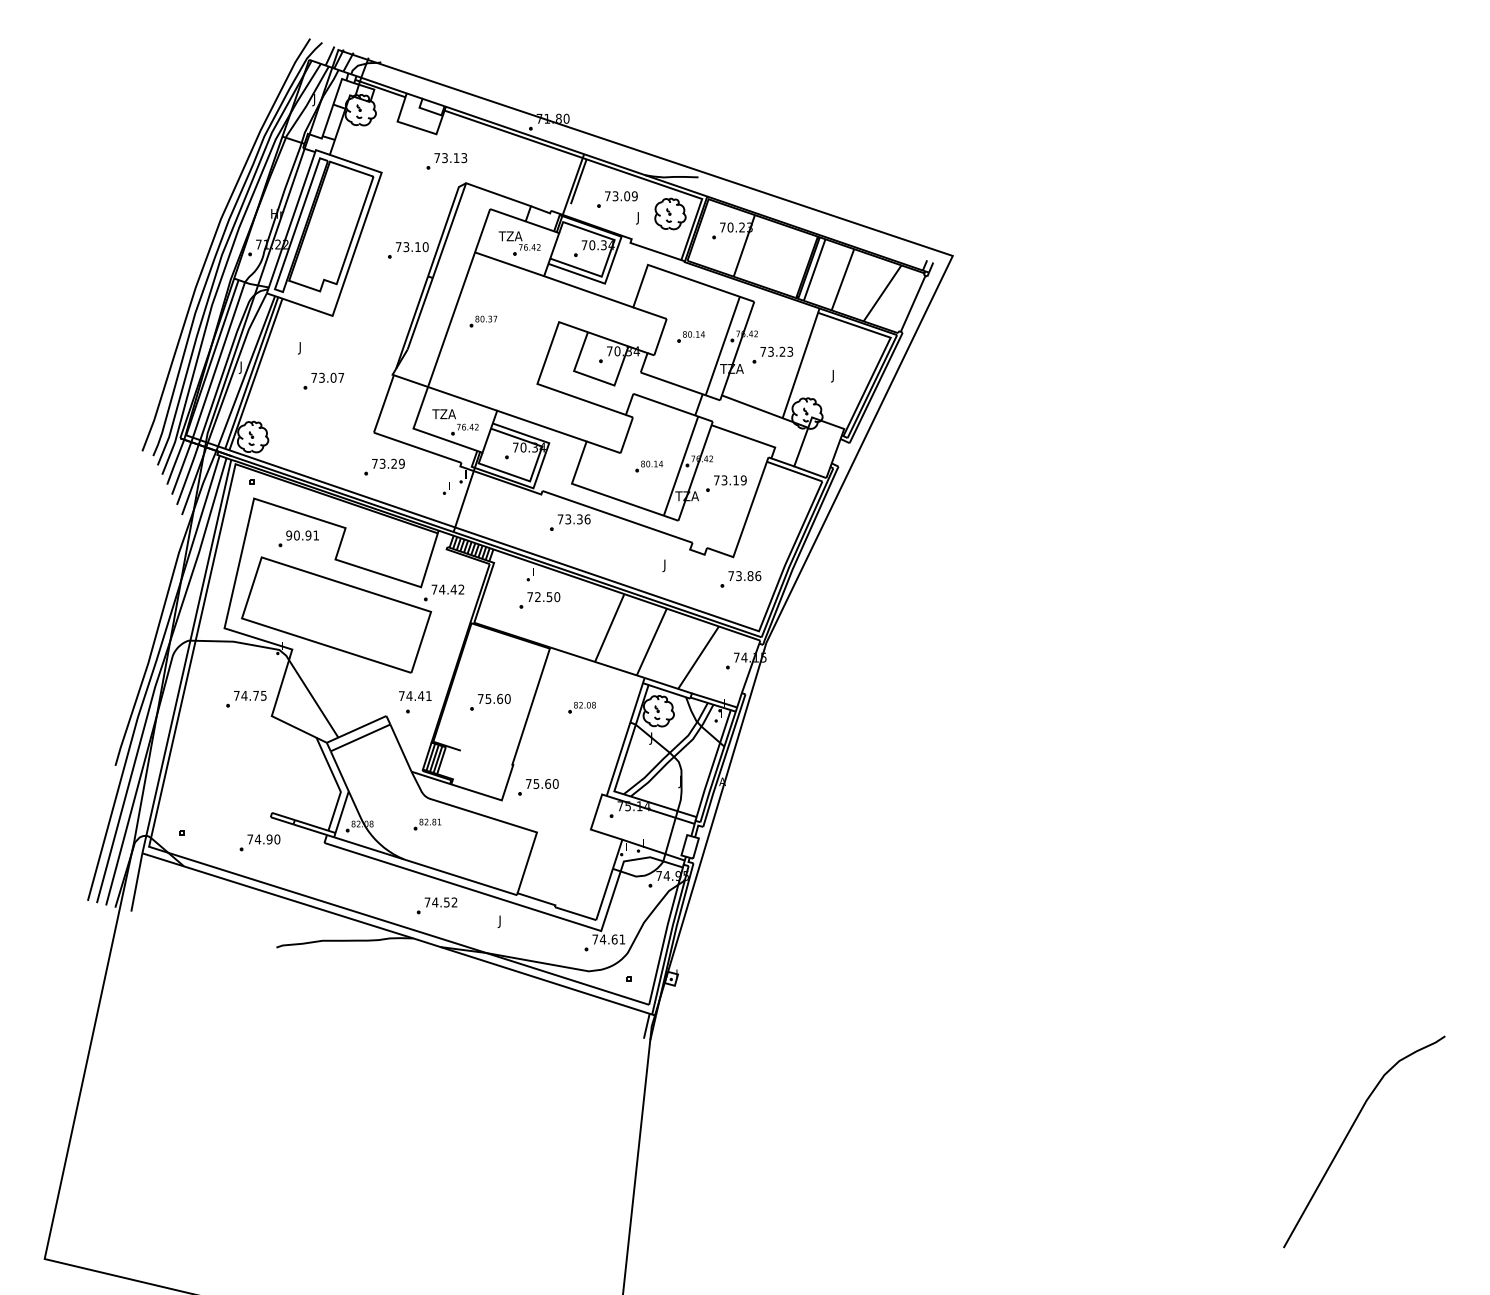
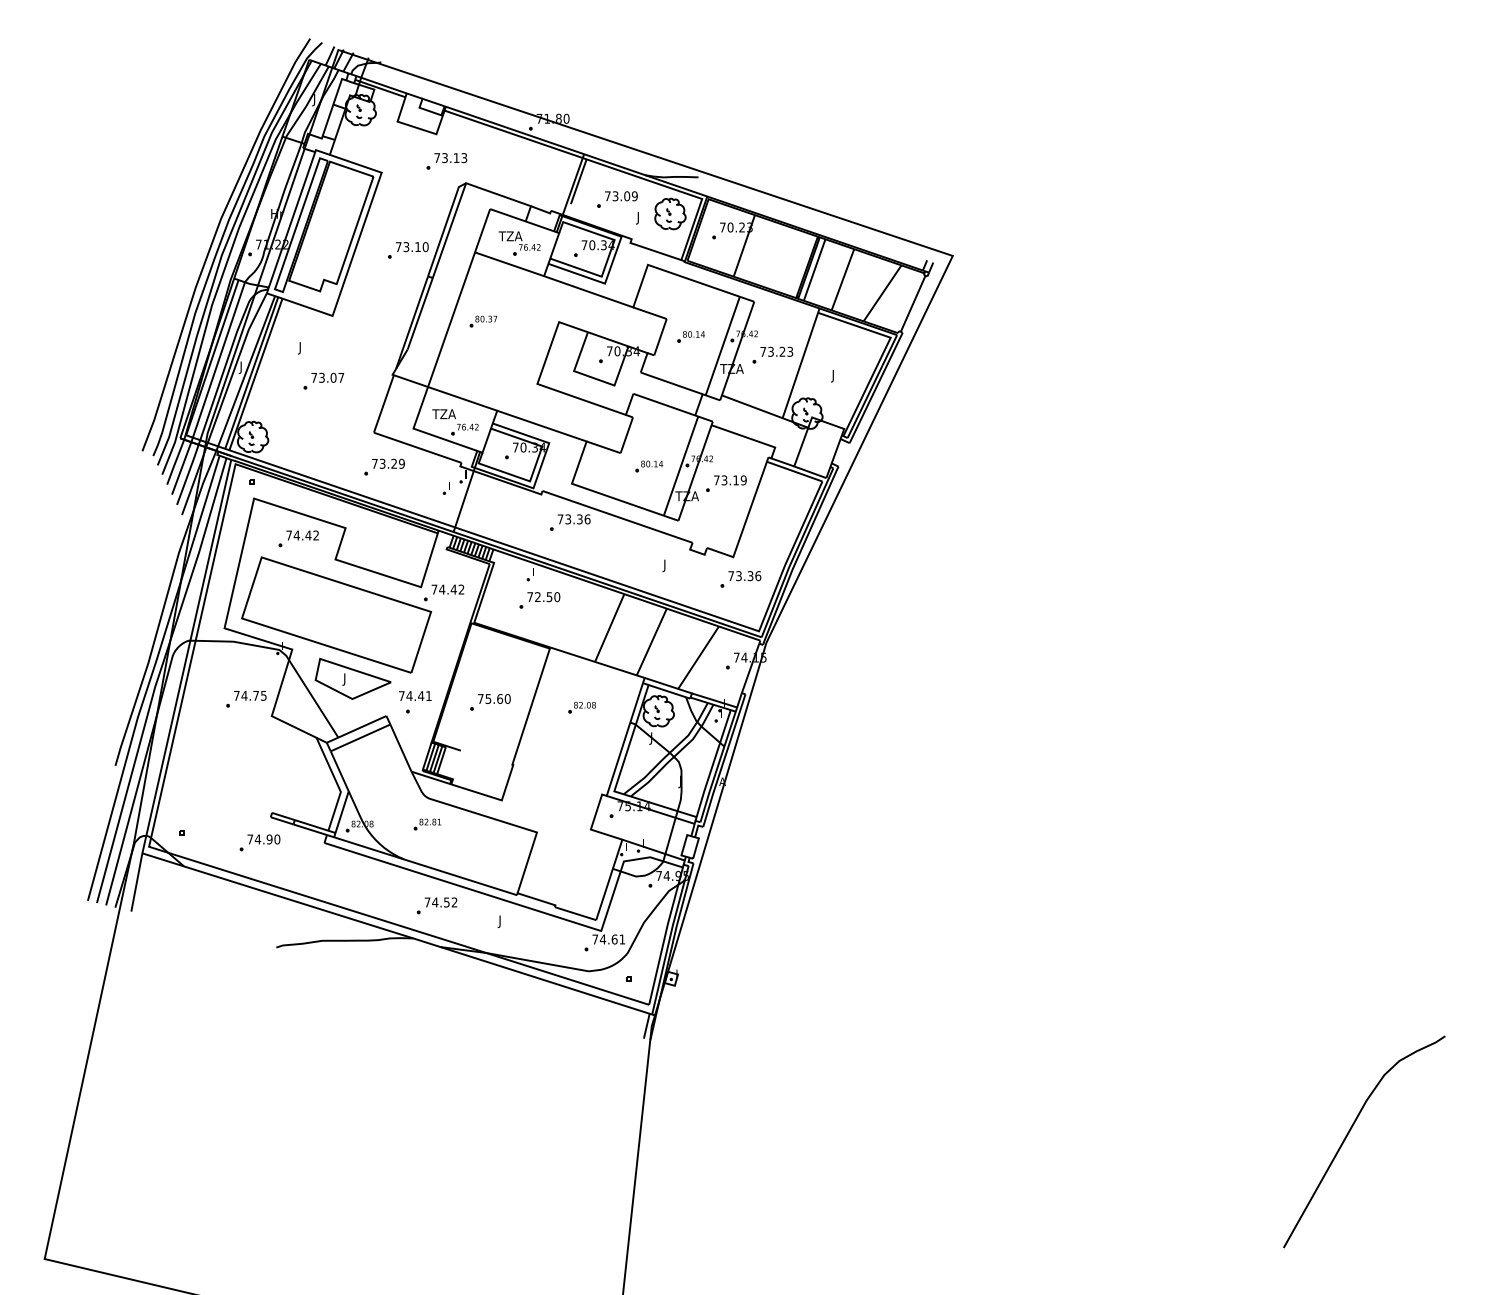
text at (302, 535): 90.91 -> 74.42
text at (750, 576): 73.86 -> 73.36
part at (352, 678): none -> present
part at (538, 787): present -> none
